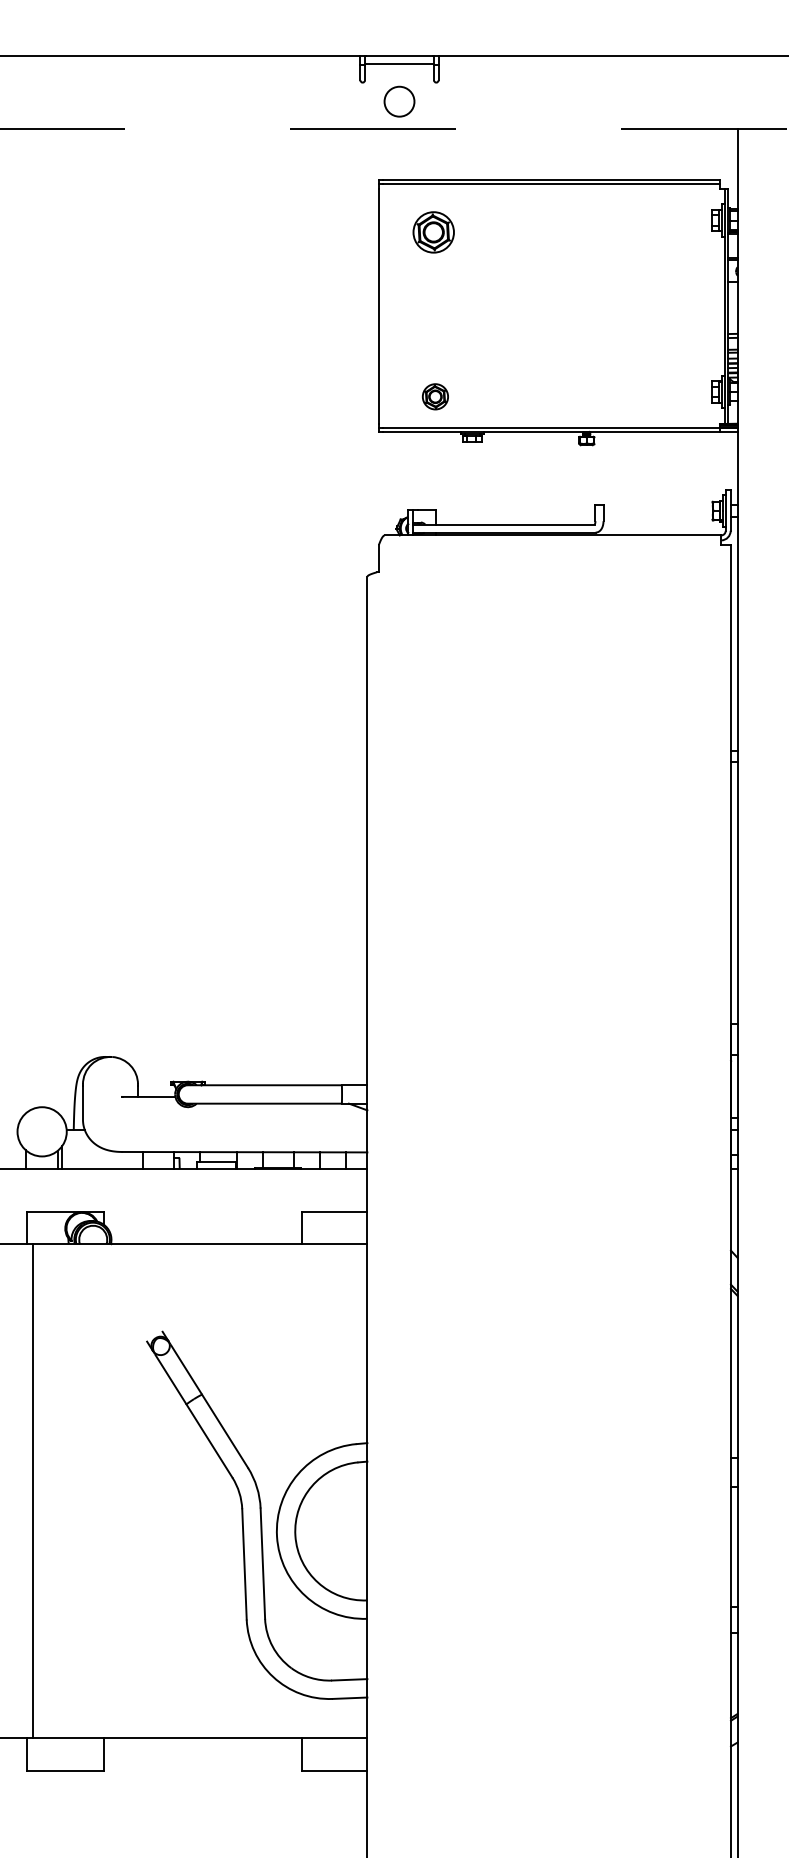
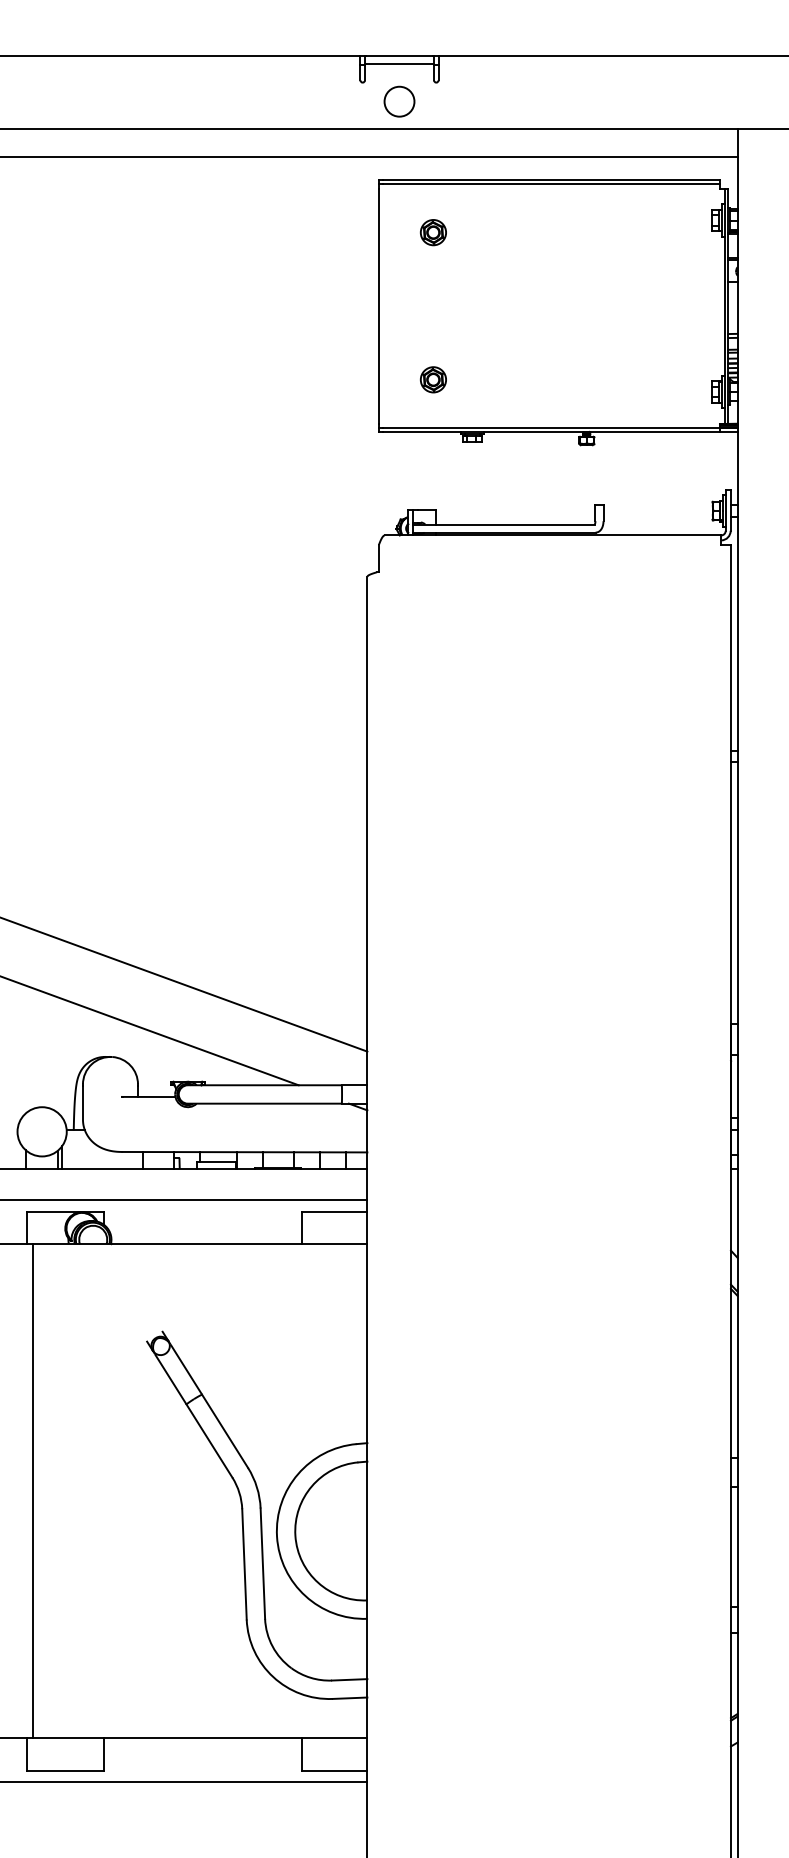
line at (394, 129): dashed -> solid
line at (369, 156): none -> present
part at (433, 232) size: 43x43 px -> 28x28 px
part at (434, 396) position: (434, 396) -> (432, 379)
line at (184, 984): none -> present
line at (150, 1031): none -> present
line at (184, 1199): none -> present
line at (184, 1782): none -> present
